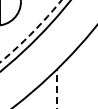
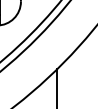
arc at (32, 32): dashed -> solid
line at (57, 89): dashed -> solid
